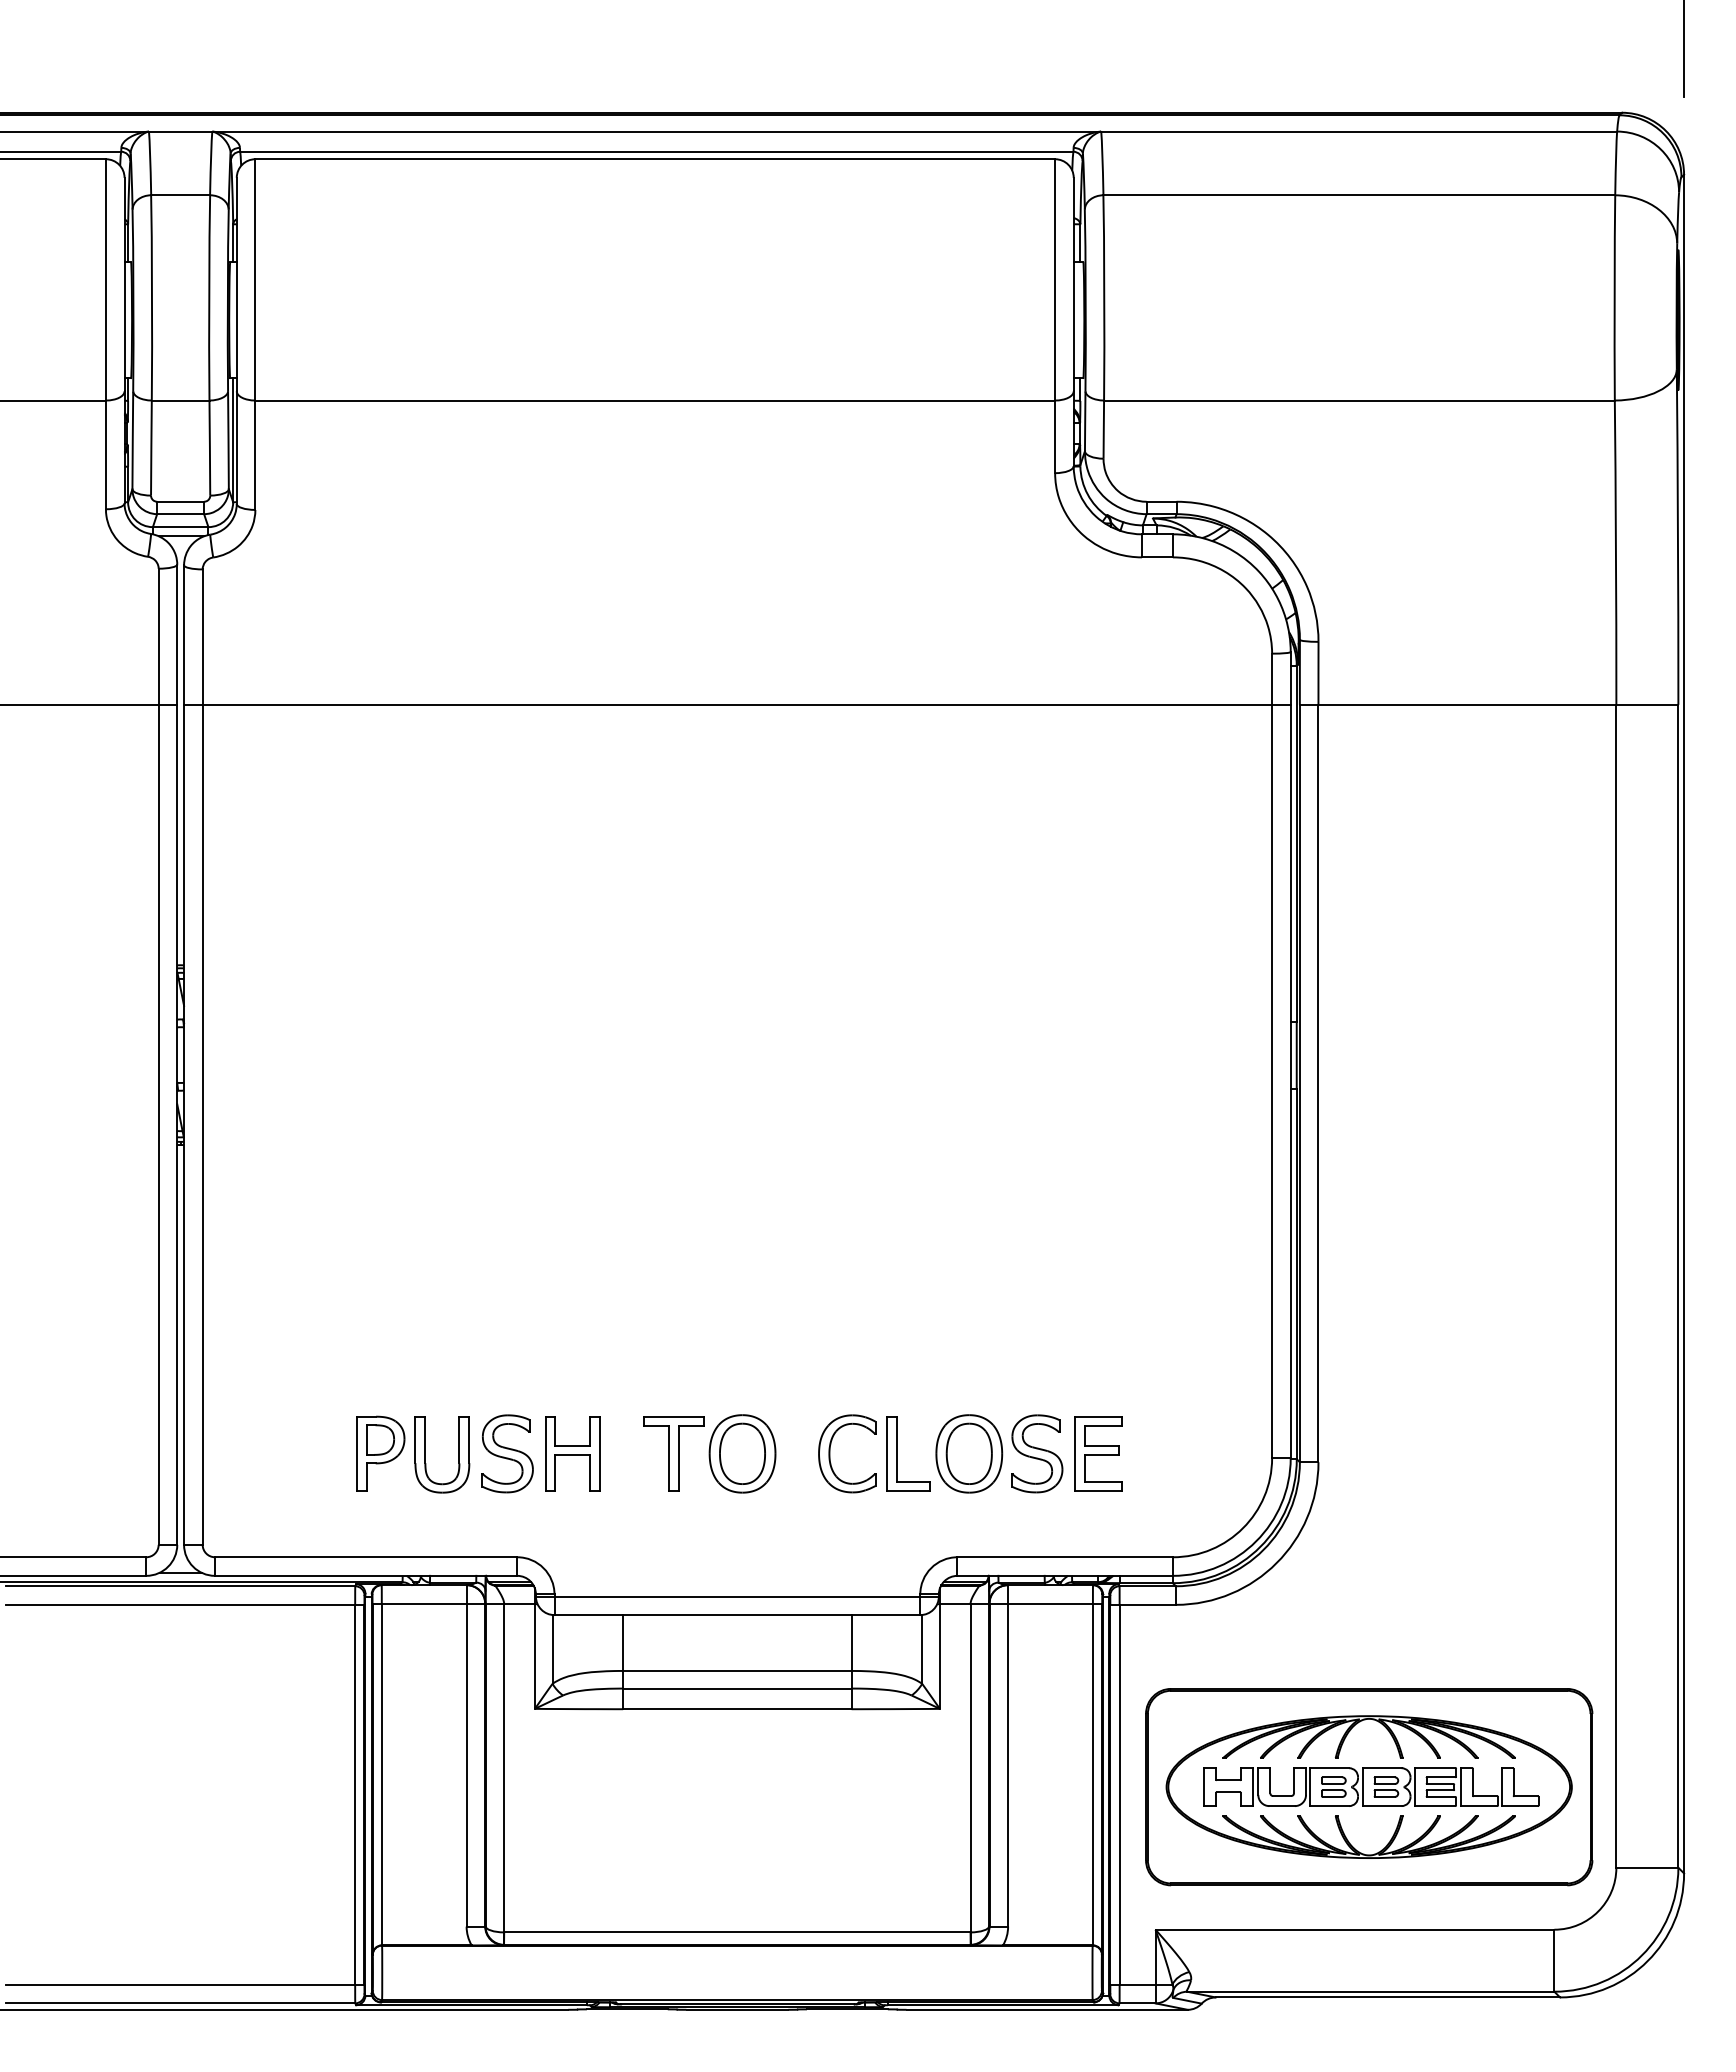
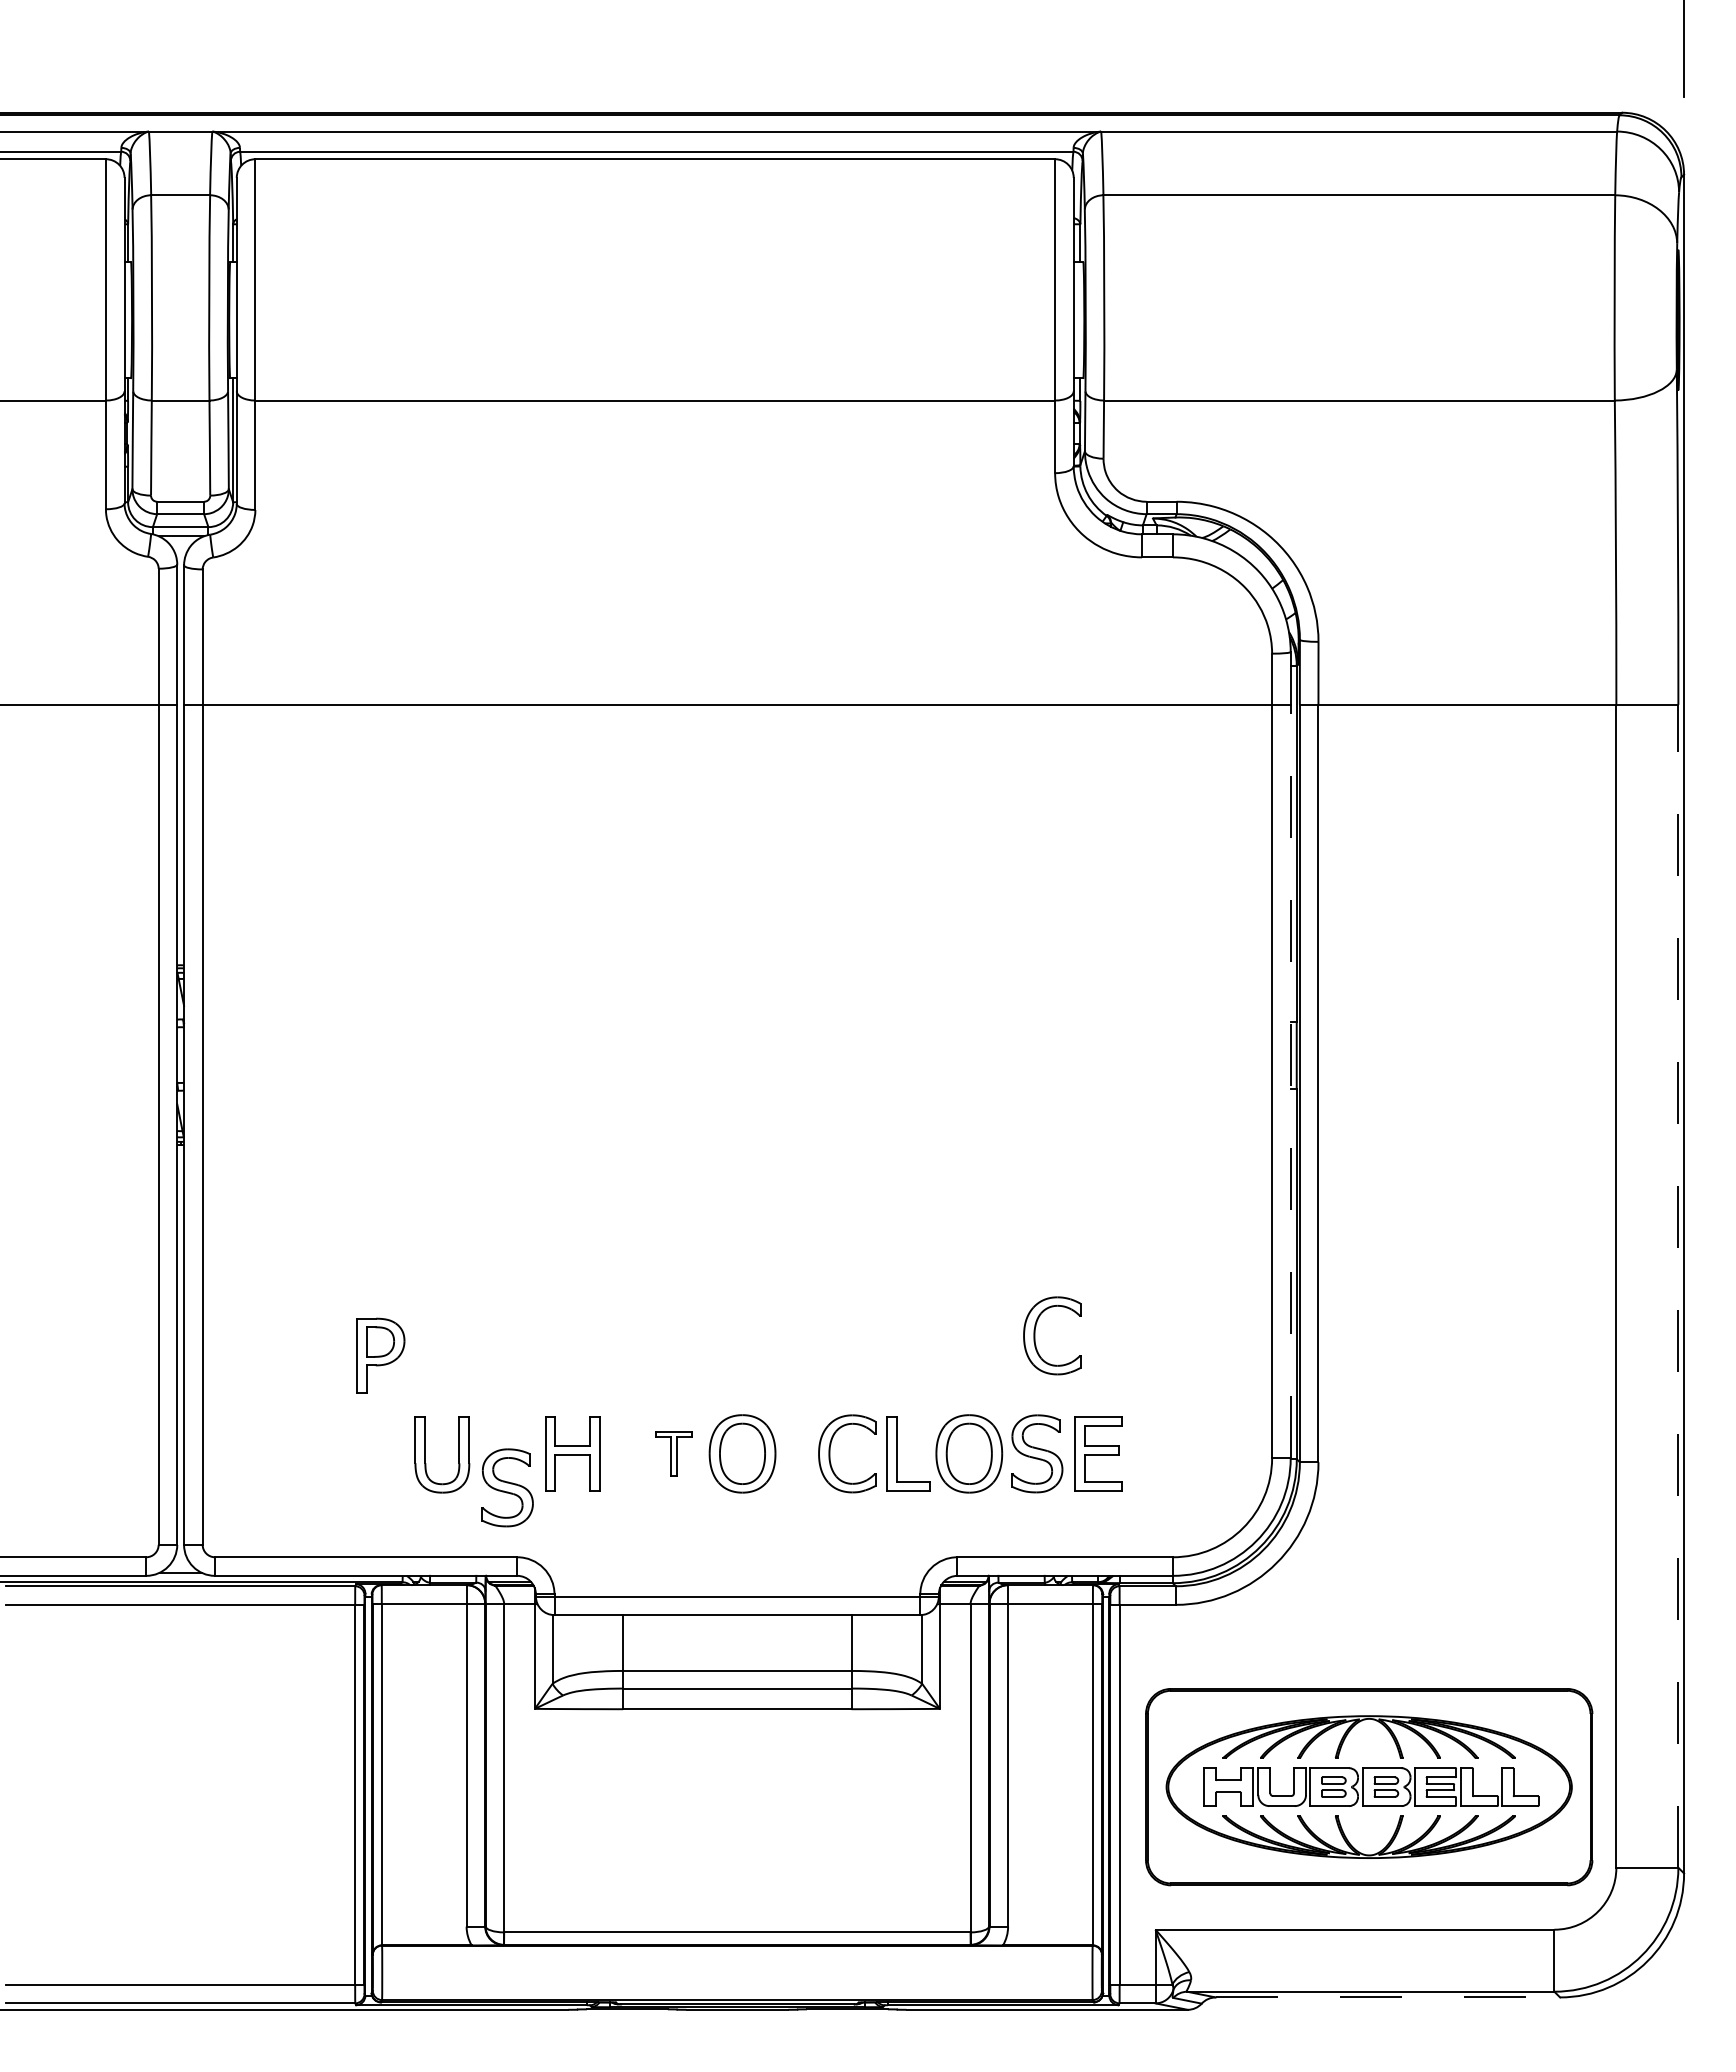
line at (1290, 1081): solid -> dashed
line at (1678, 1285): solid -> dashed
part at (1035, 1335): none -> present
part at (380, 1453) position: (380, 1453) -> (380, 1355)
part at (507, 1453) position: (507, 1453) -> (507, 1487)
part at (673, 1453) size: 62x76 px -> 38x46 px
line at (1388, 1997): solid -> dashed
